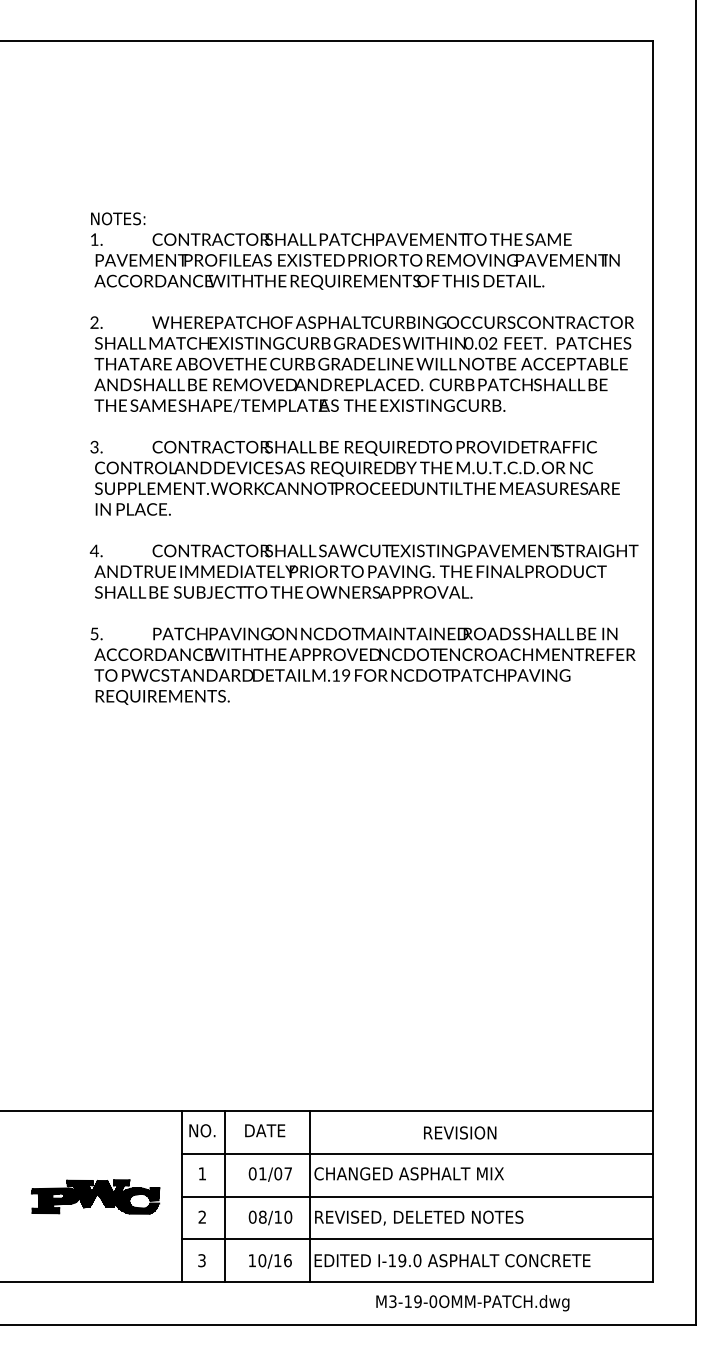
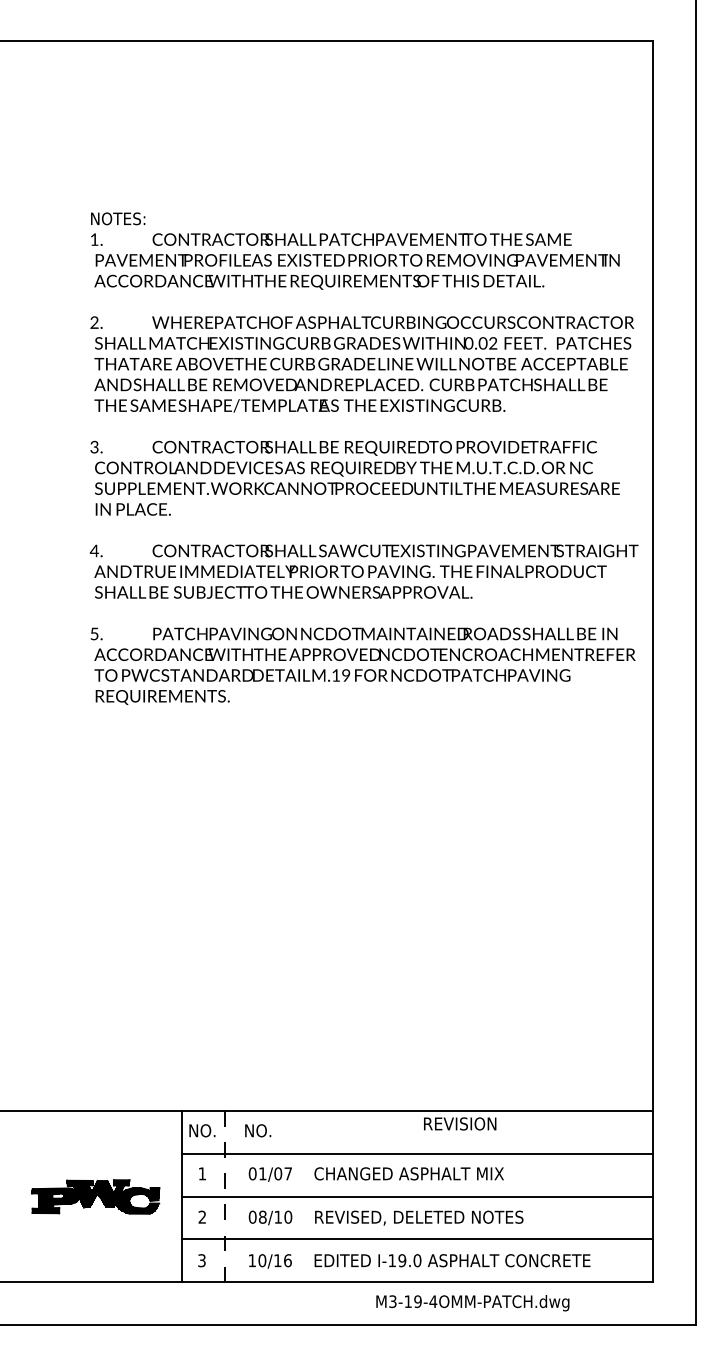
text at (265, 1130): DATE -> NO.
text at (460, 1132) position: (460, 1132) -> (460, 1123)
line at (224, 1196): solid -> dashed
line at (310, 1196): present -> none
text at (433, 1301): M3-19-0OMM-PATCH.dwg -> M3-19-4OMM-PATCH.dwg
